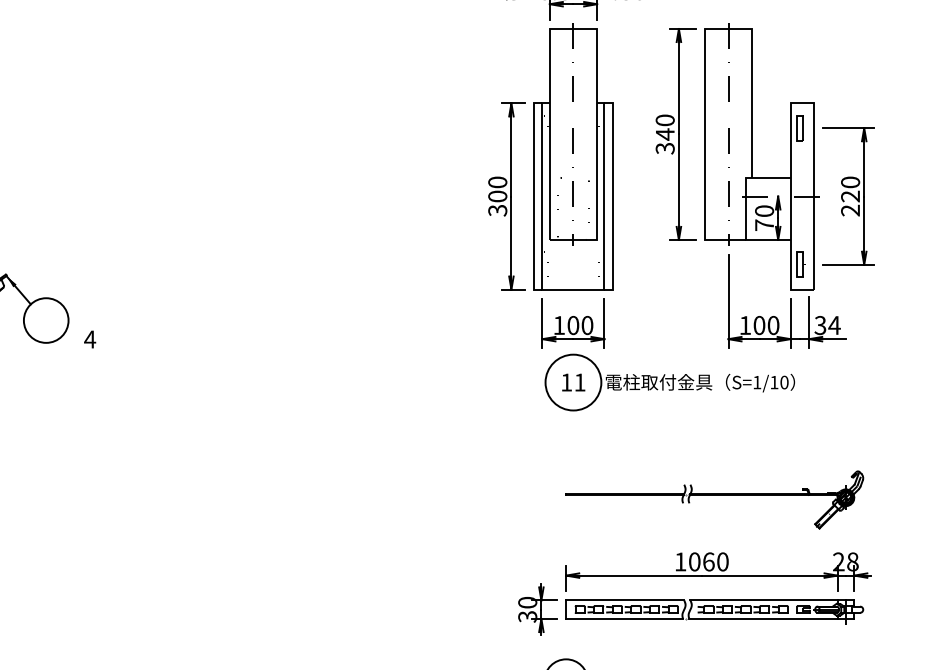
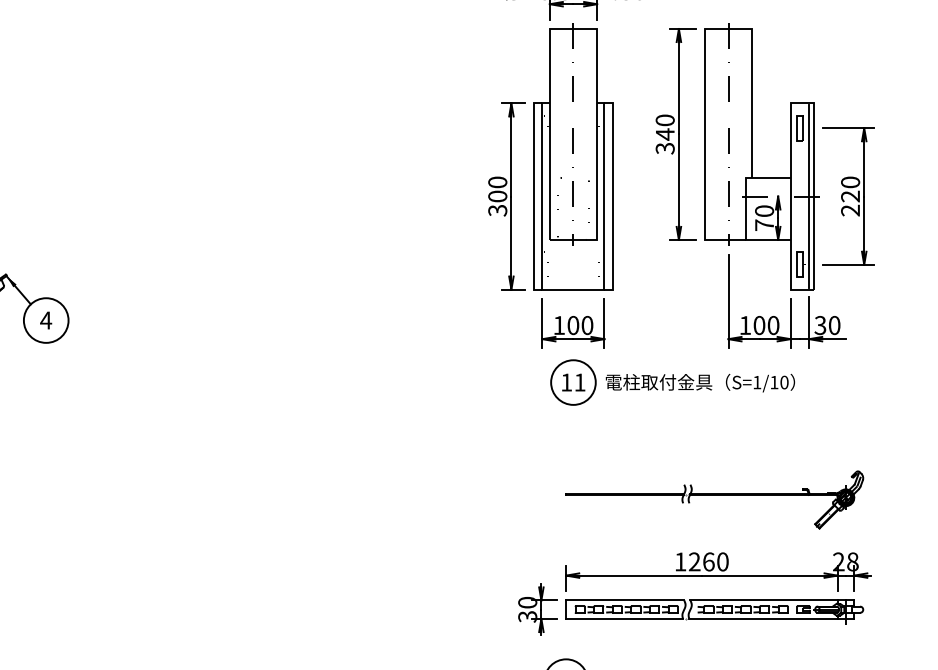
line at (809, 196): none -> present
text at (834, 325): 34 -> 30
text at (90, 339) position: (90, 339) -> (46, 320)
circle at (573, 382) diameter: 56 px -> 45 px
text at (694, 561): 1060 -> 1260
